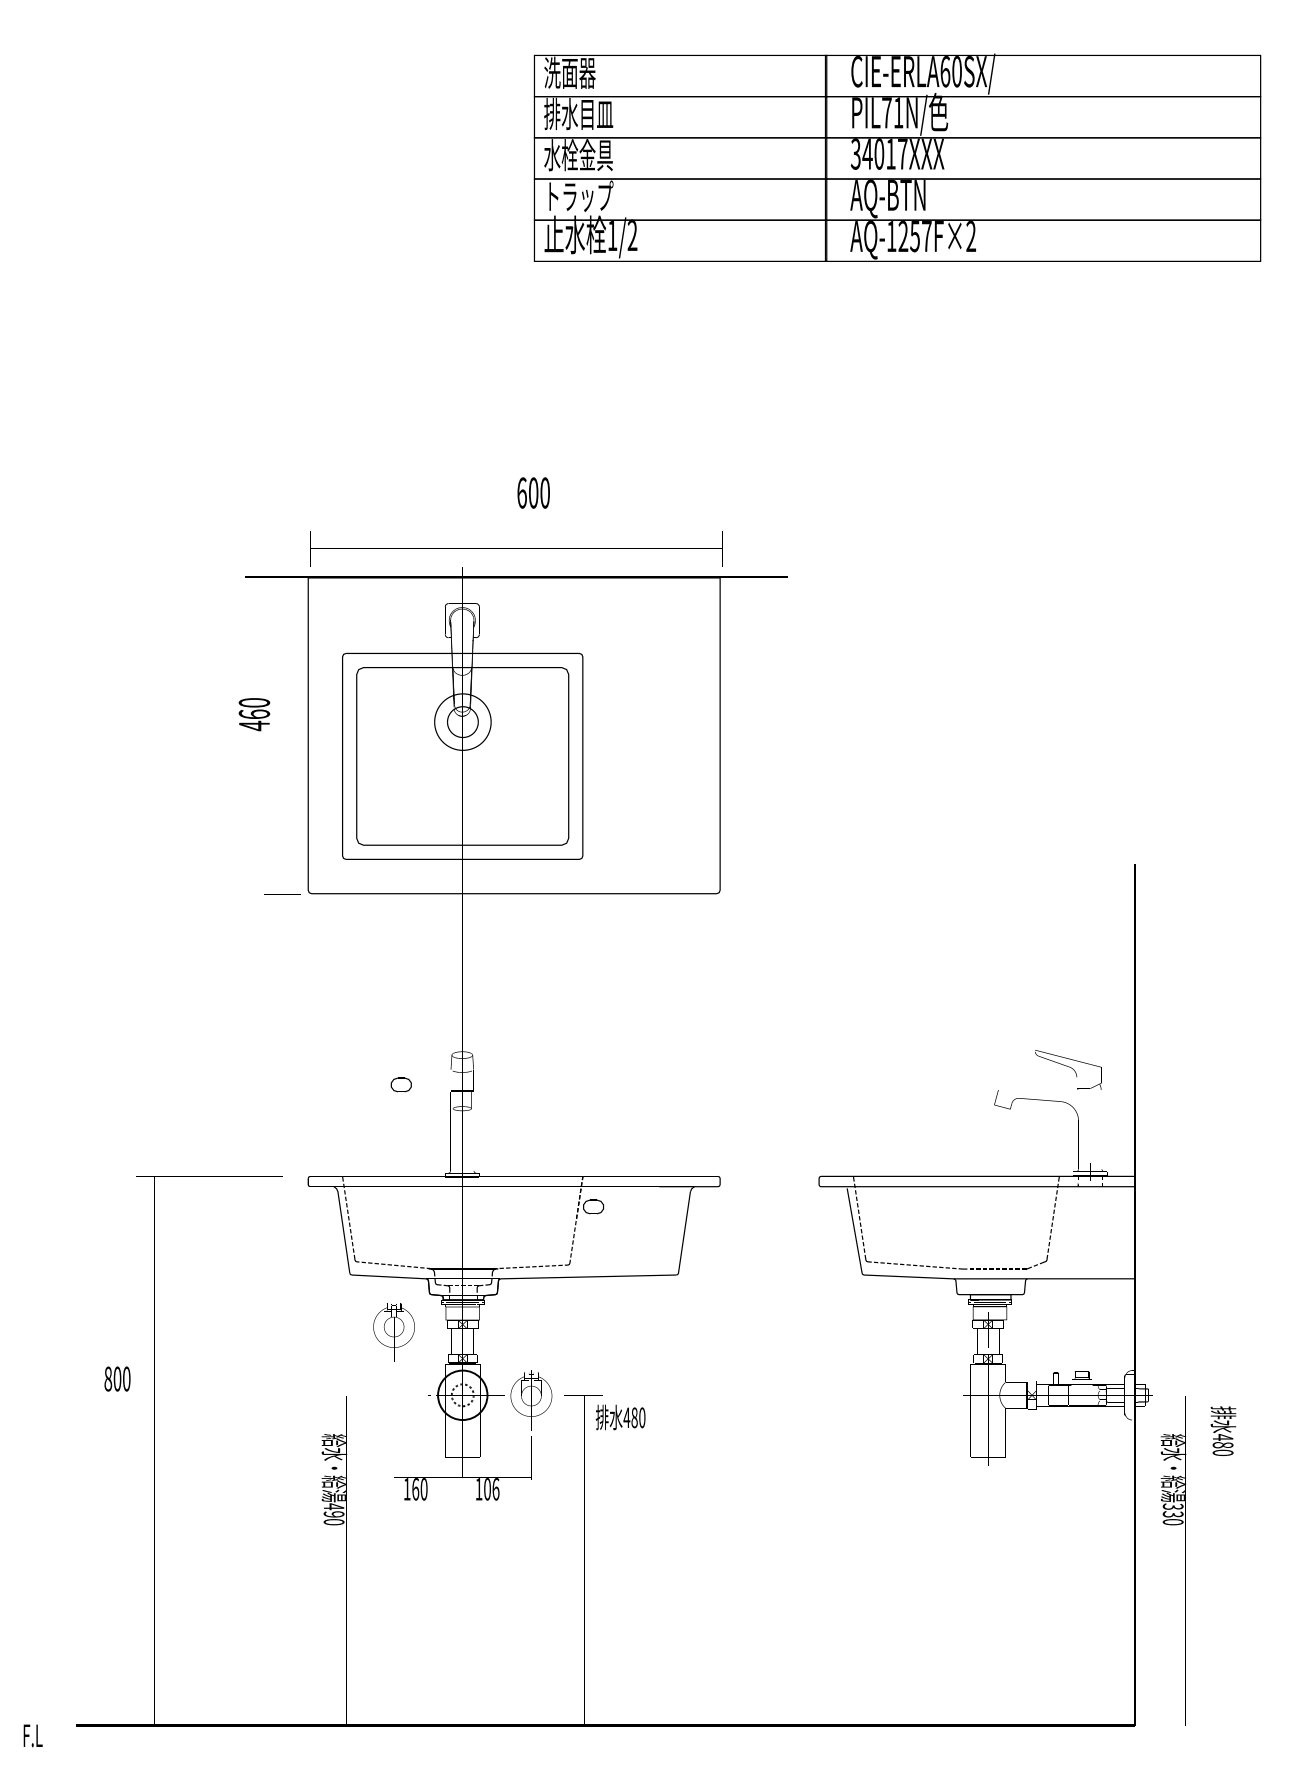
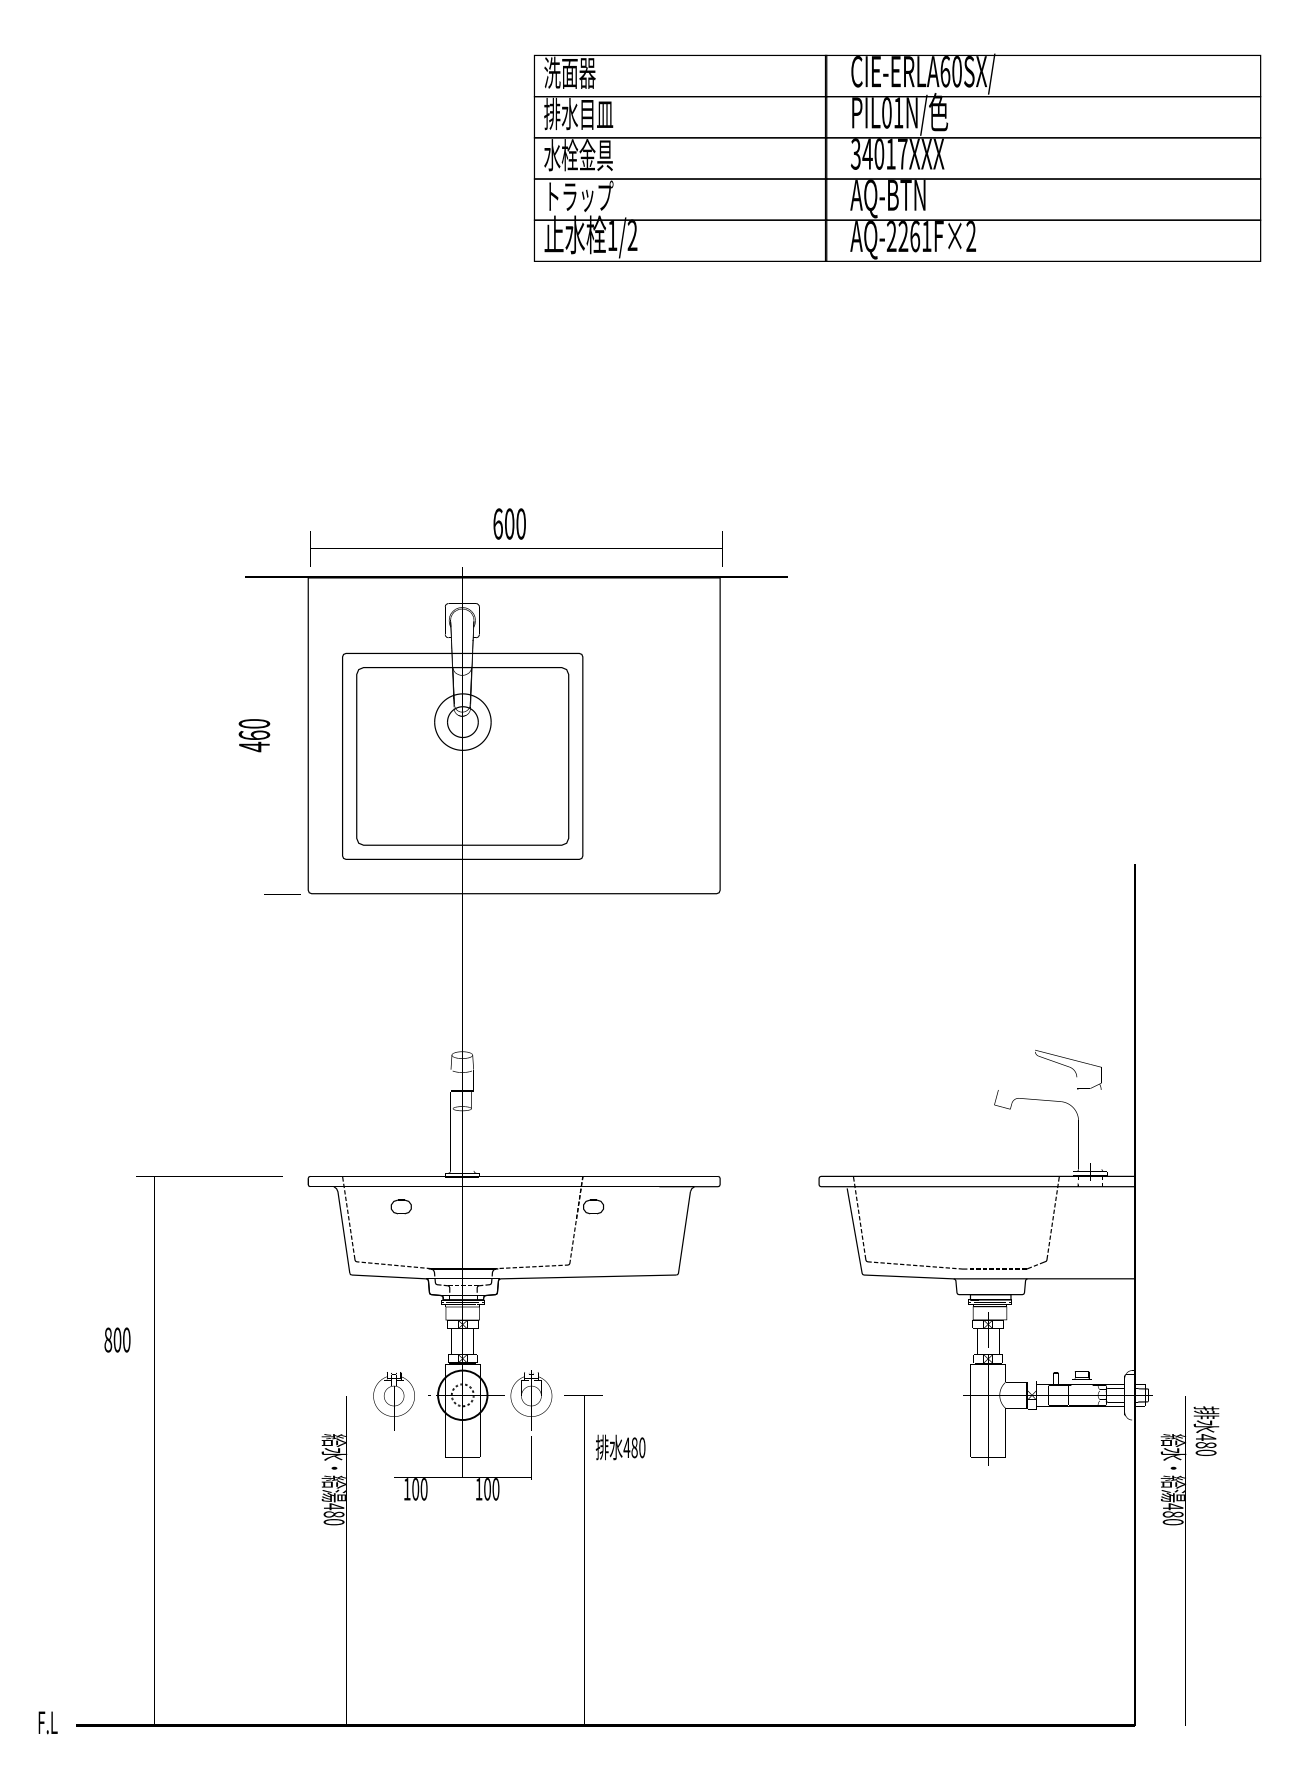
text at (886, 112): PIL71N/ -> PIL01N/
text at (908, 236): AQ-1257F×2 -> AQ-2261F×2
text at (533, 492) position: (533, 492) -> (509, 523)
text at (254, 714) position: (254, 714) -> (254, 735)
part at (400, 1084) position: (400, 1084) -> (400, 1206)
part at (393, 1332) position: (393, 1332) -> (393, 1401)
text at (117, 1378) position: (117, 1378) -> (117, 1339)
text at (620, 1417) position: (620, 1417) -> (620, 1447)
text at (1223, 1430) position: (1223, 1430) -> (1206, 1430)
text at (415, 1489): 160 -> 100
text at (495, 1489): 106 -> 100
text at (1172, 1510): 330 -> 480
text at (333, 1514): 490 -> 480
text at (32, 1735) position: (32, 1735) -> (47, 1722)
